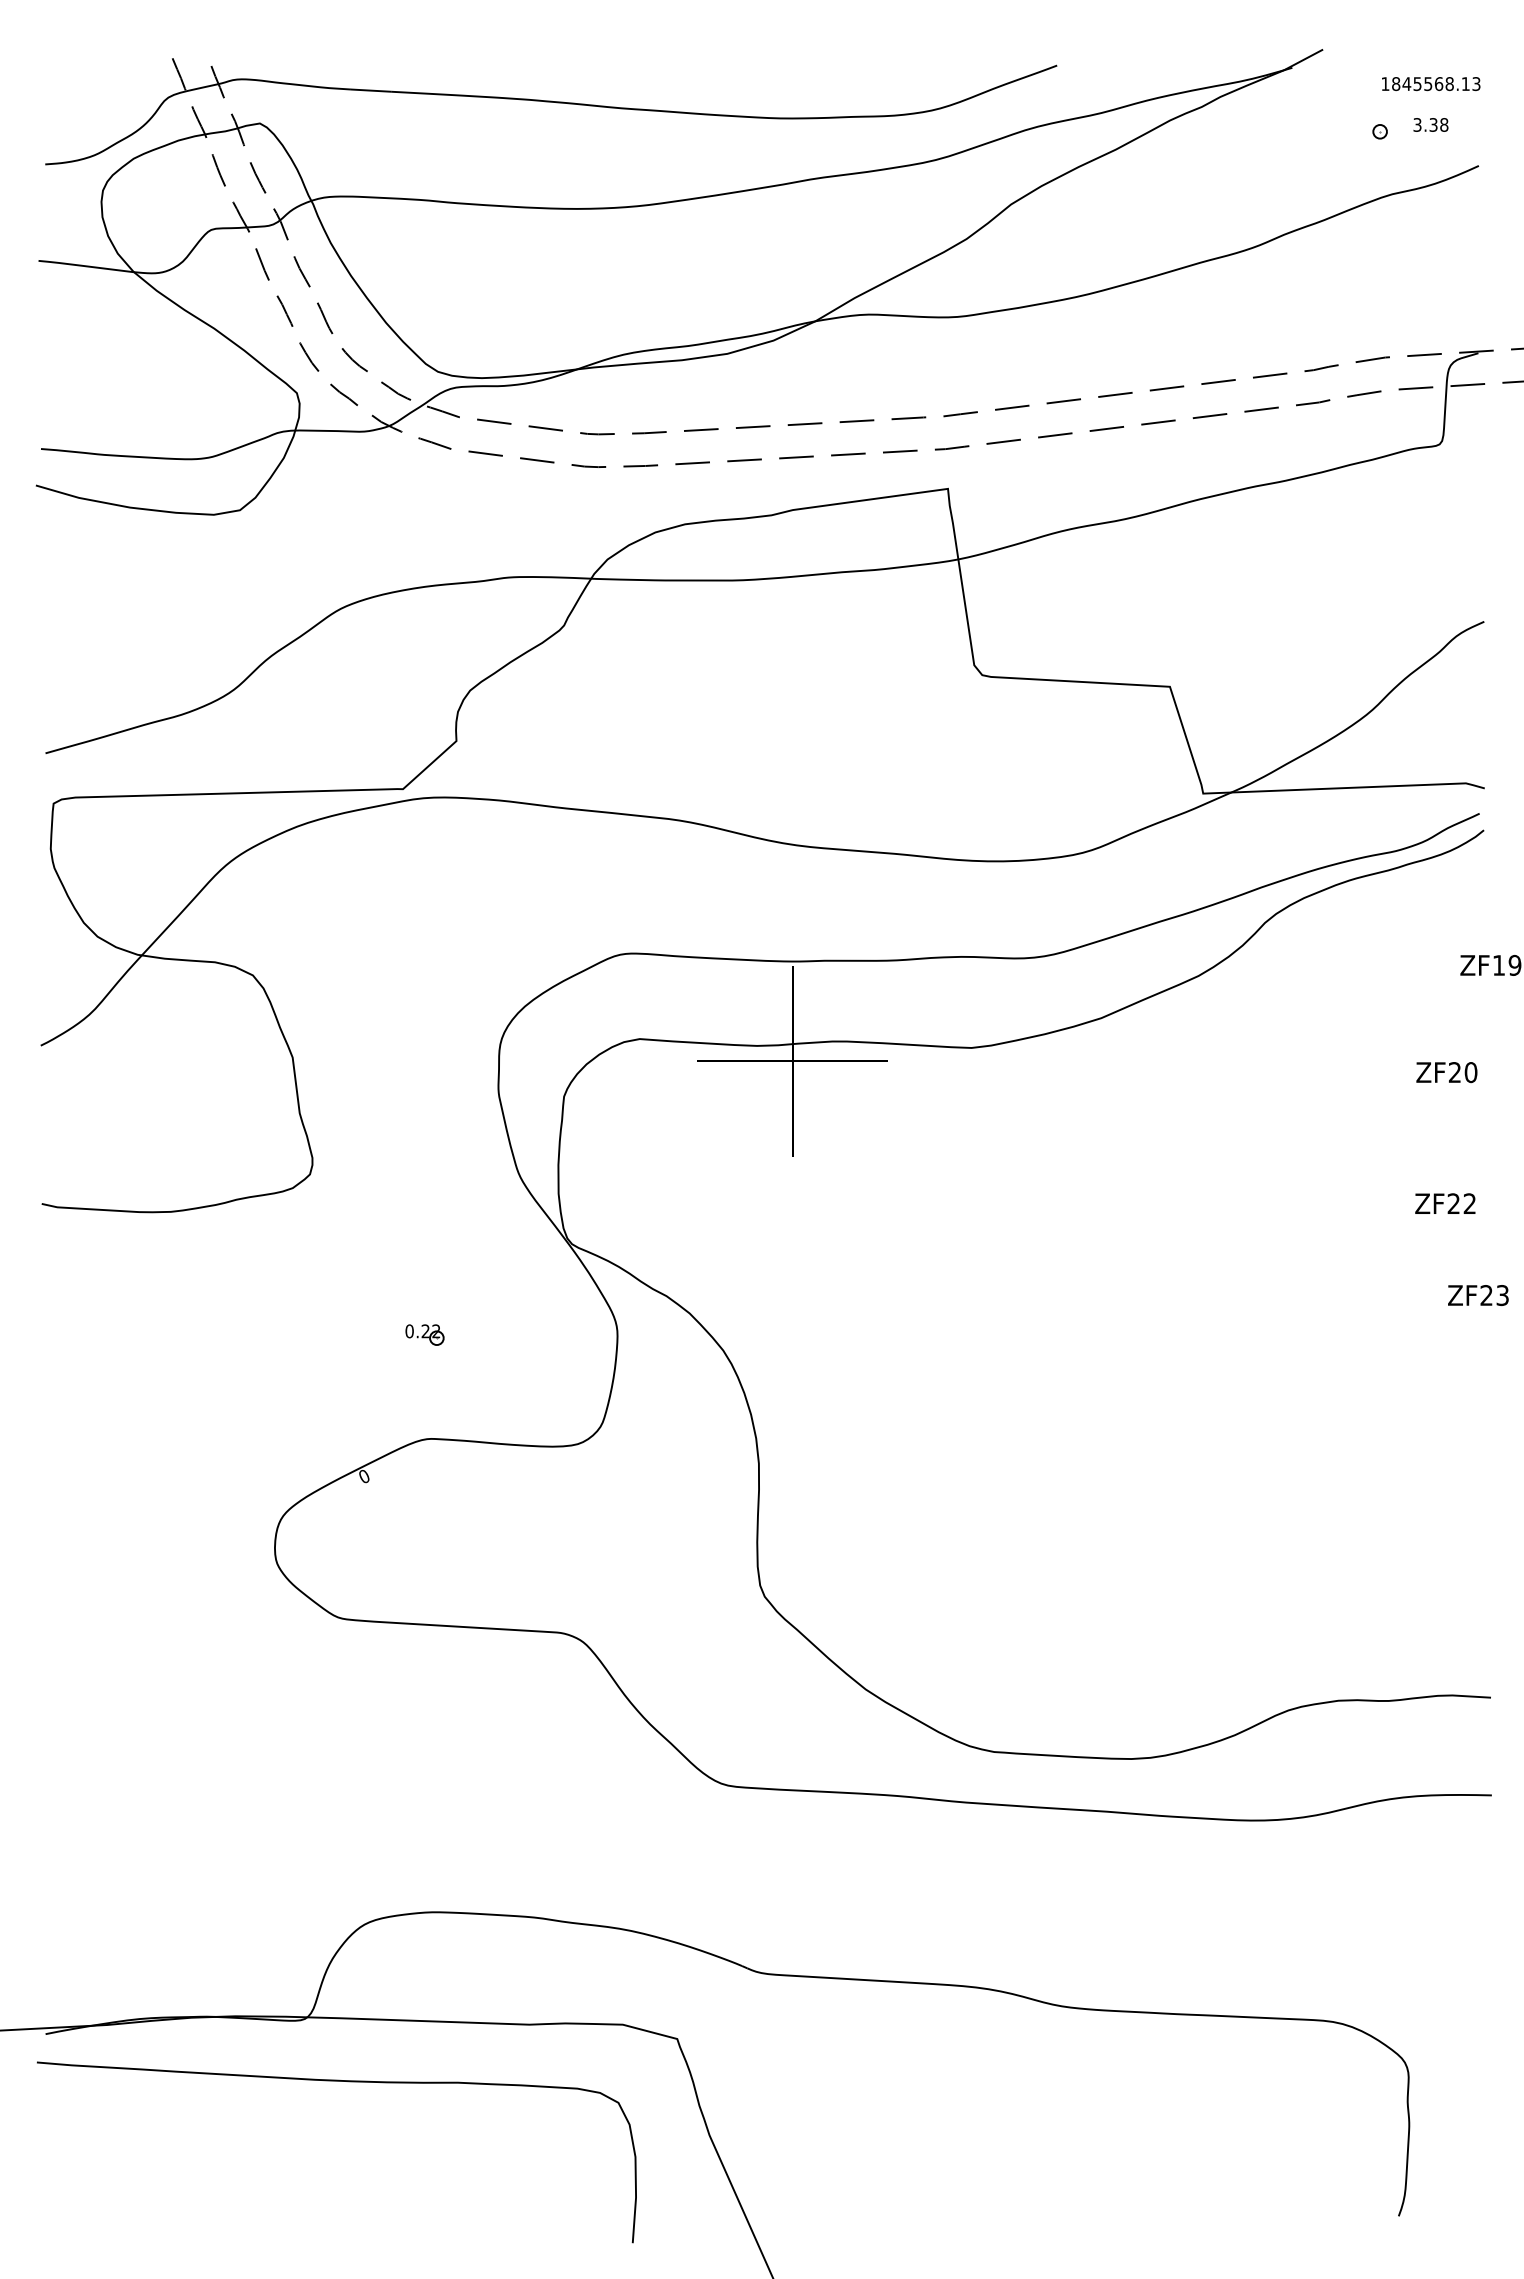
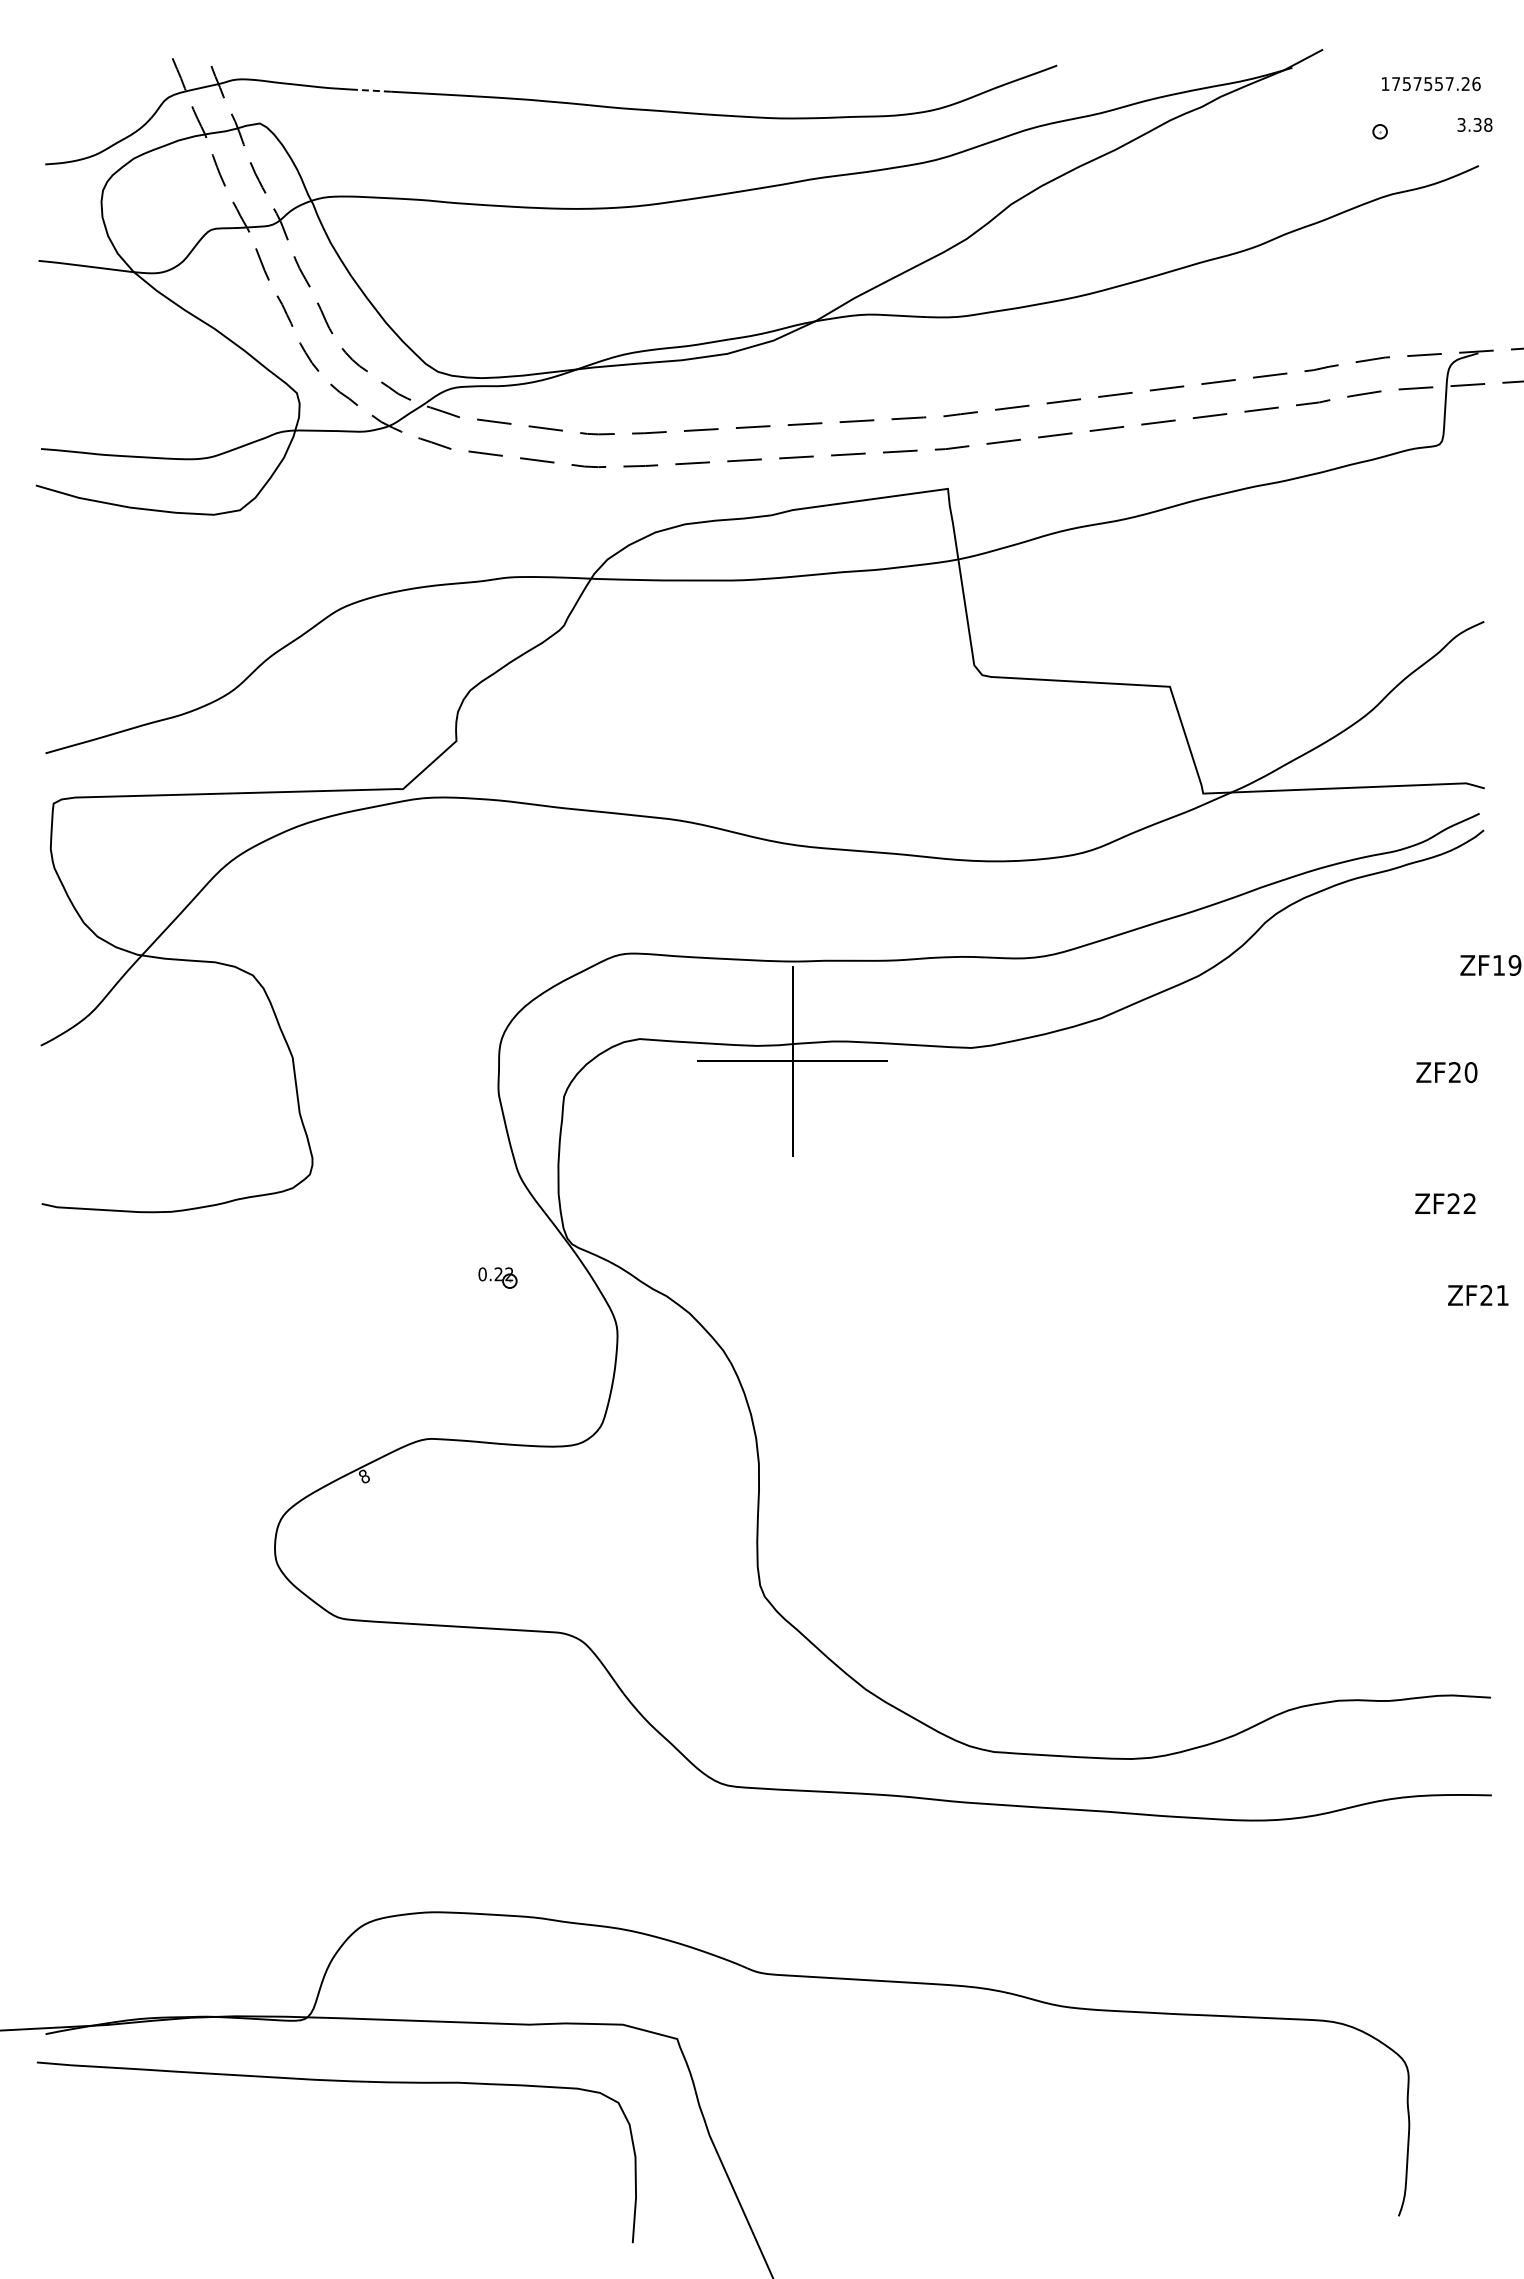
text at (1436, 84): 1845568.13 -> 1757557.26
line at (371, 90): solid -> dashed
text at (1430, 124) position: (1430, 124) -> (1474, 124)
text at (1502, 1295): ZF23 -> ZF21
part at (424, 1334) position: (424, 1334) -> (497, 1277)
text at (363, 1476): 0 -> 8
